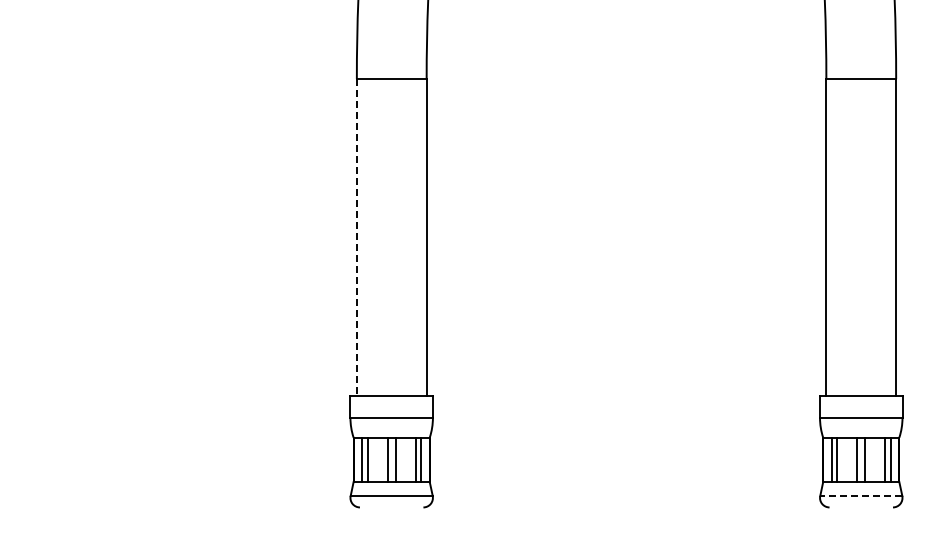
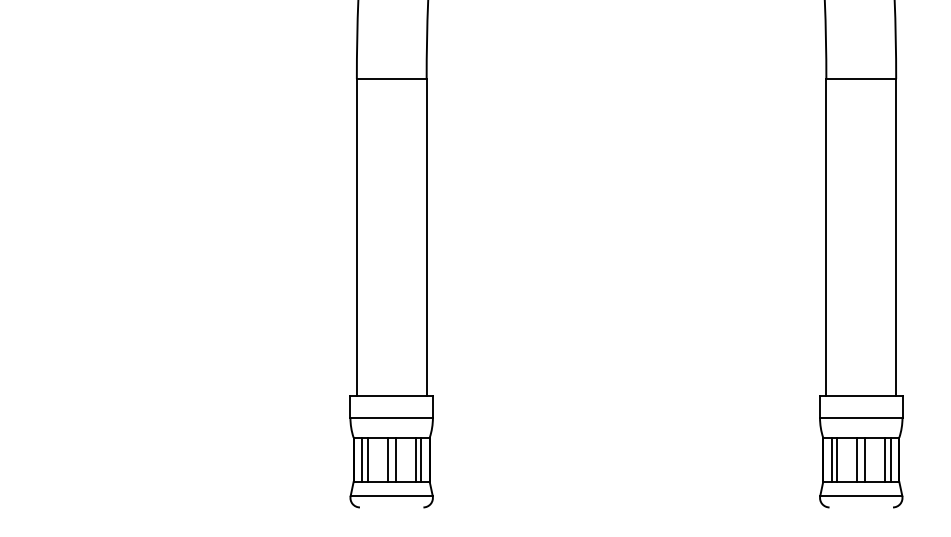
line at (356, 237): dashed -> solid
line at (860, 495): dashed -> solid
